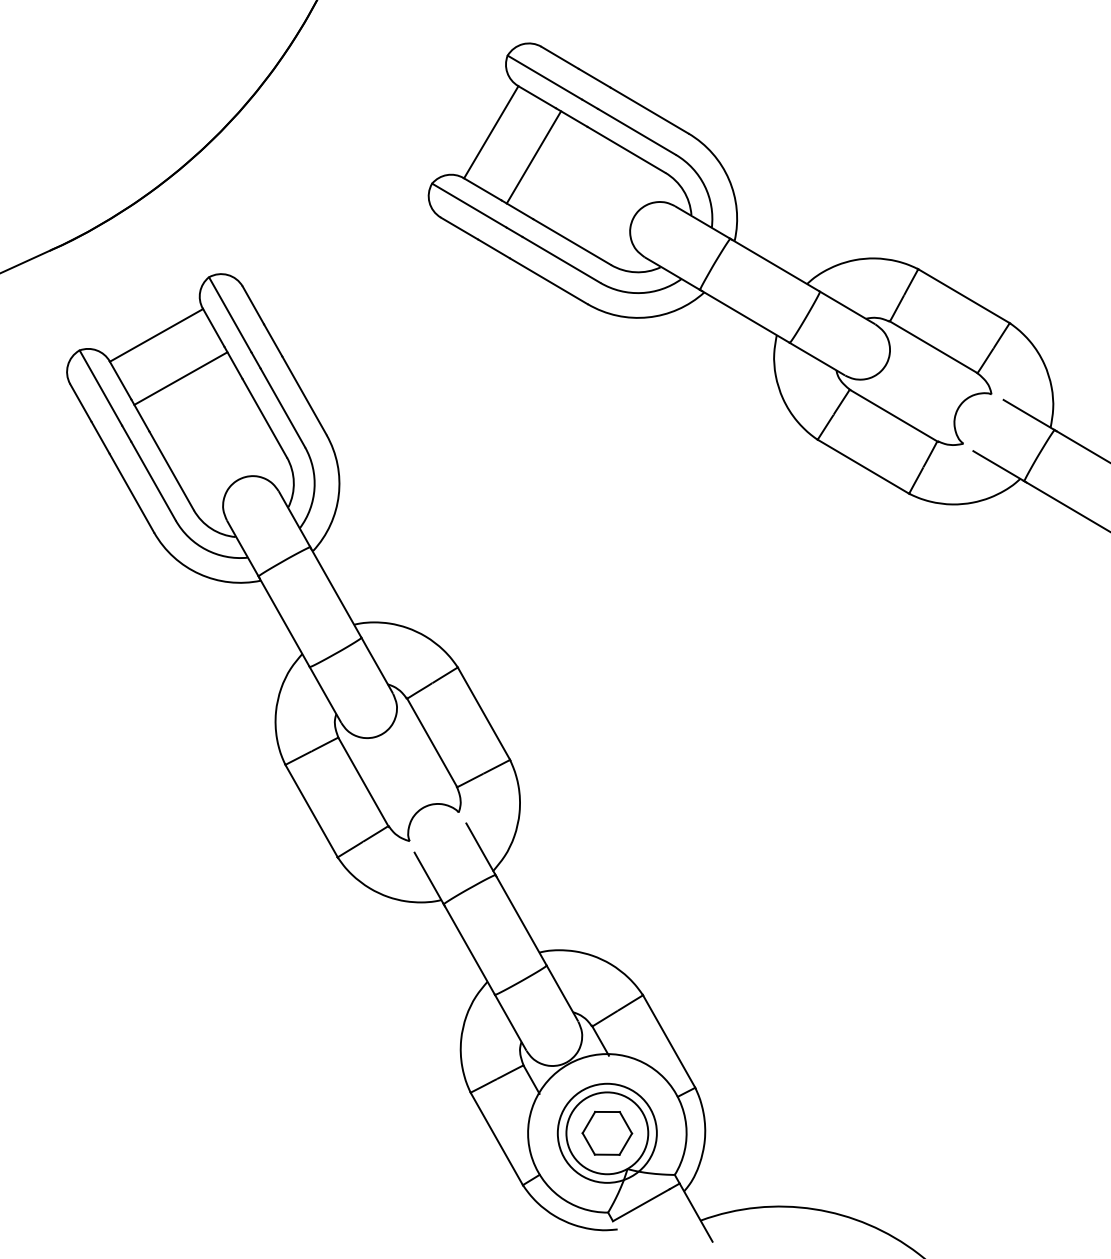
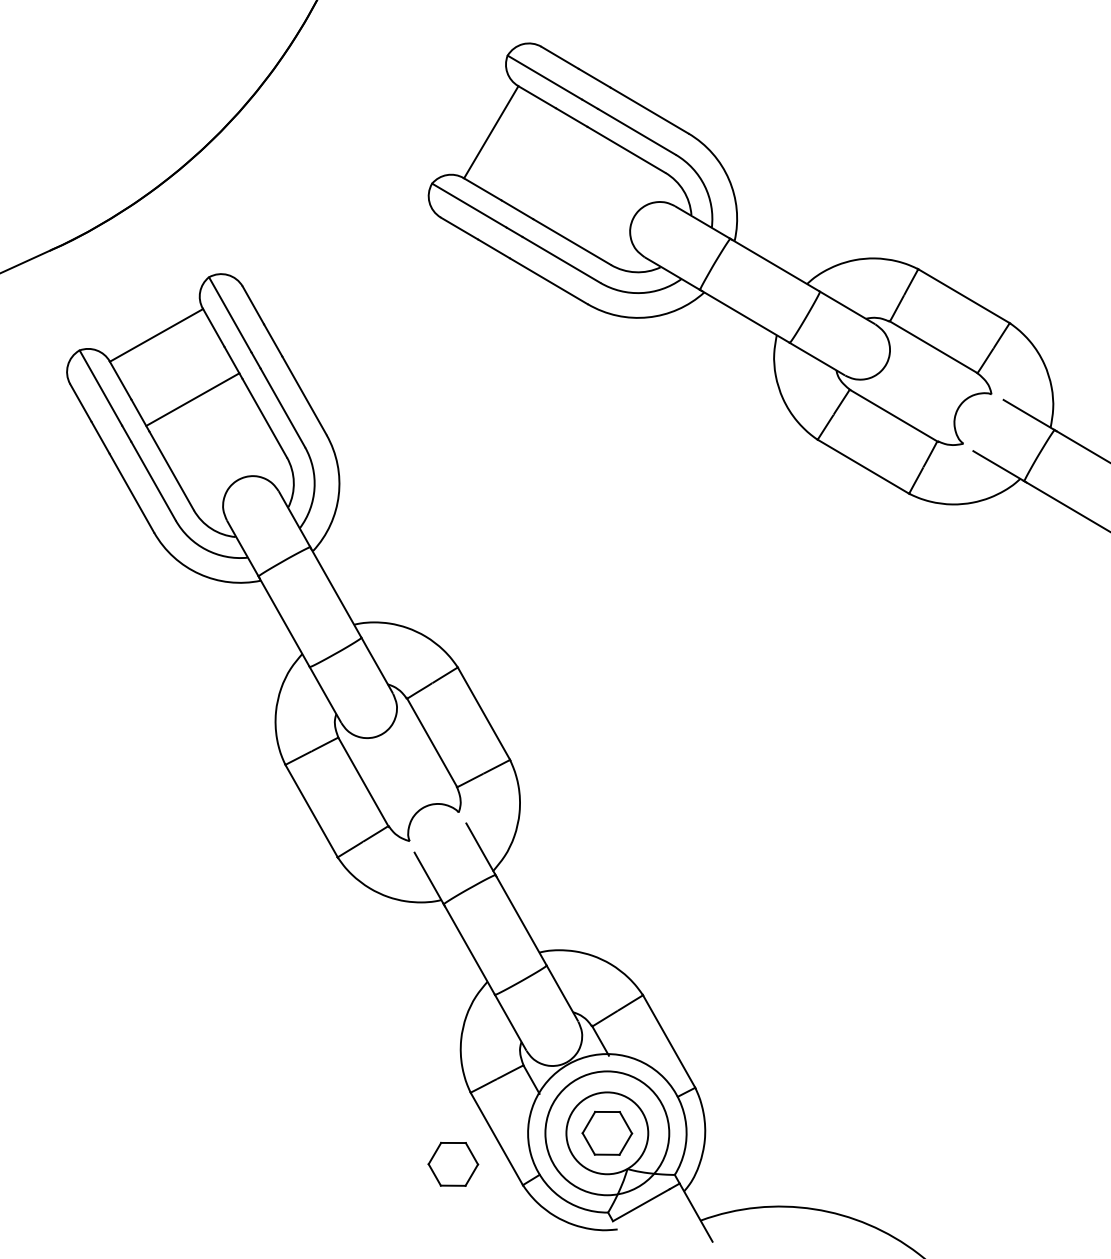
line at (533, 157): present -> none
line at (180, 378) position: (180, 378) -> (192, 399)
circle at (606, 1132) diameter: 99 px -> 124 px
part at (453, 1163): none -> present
